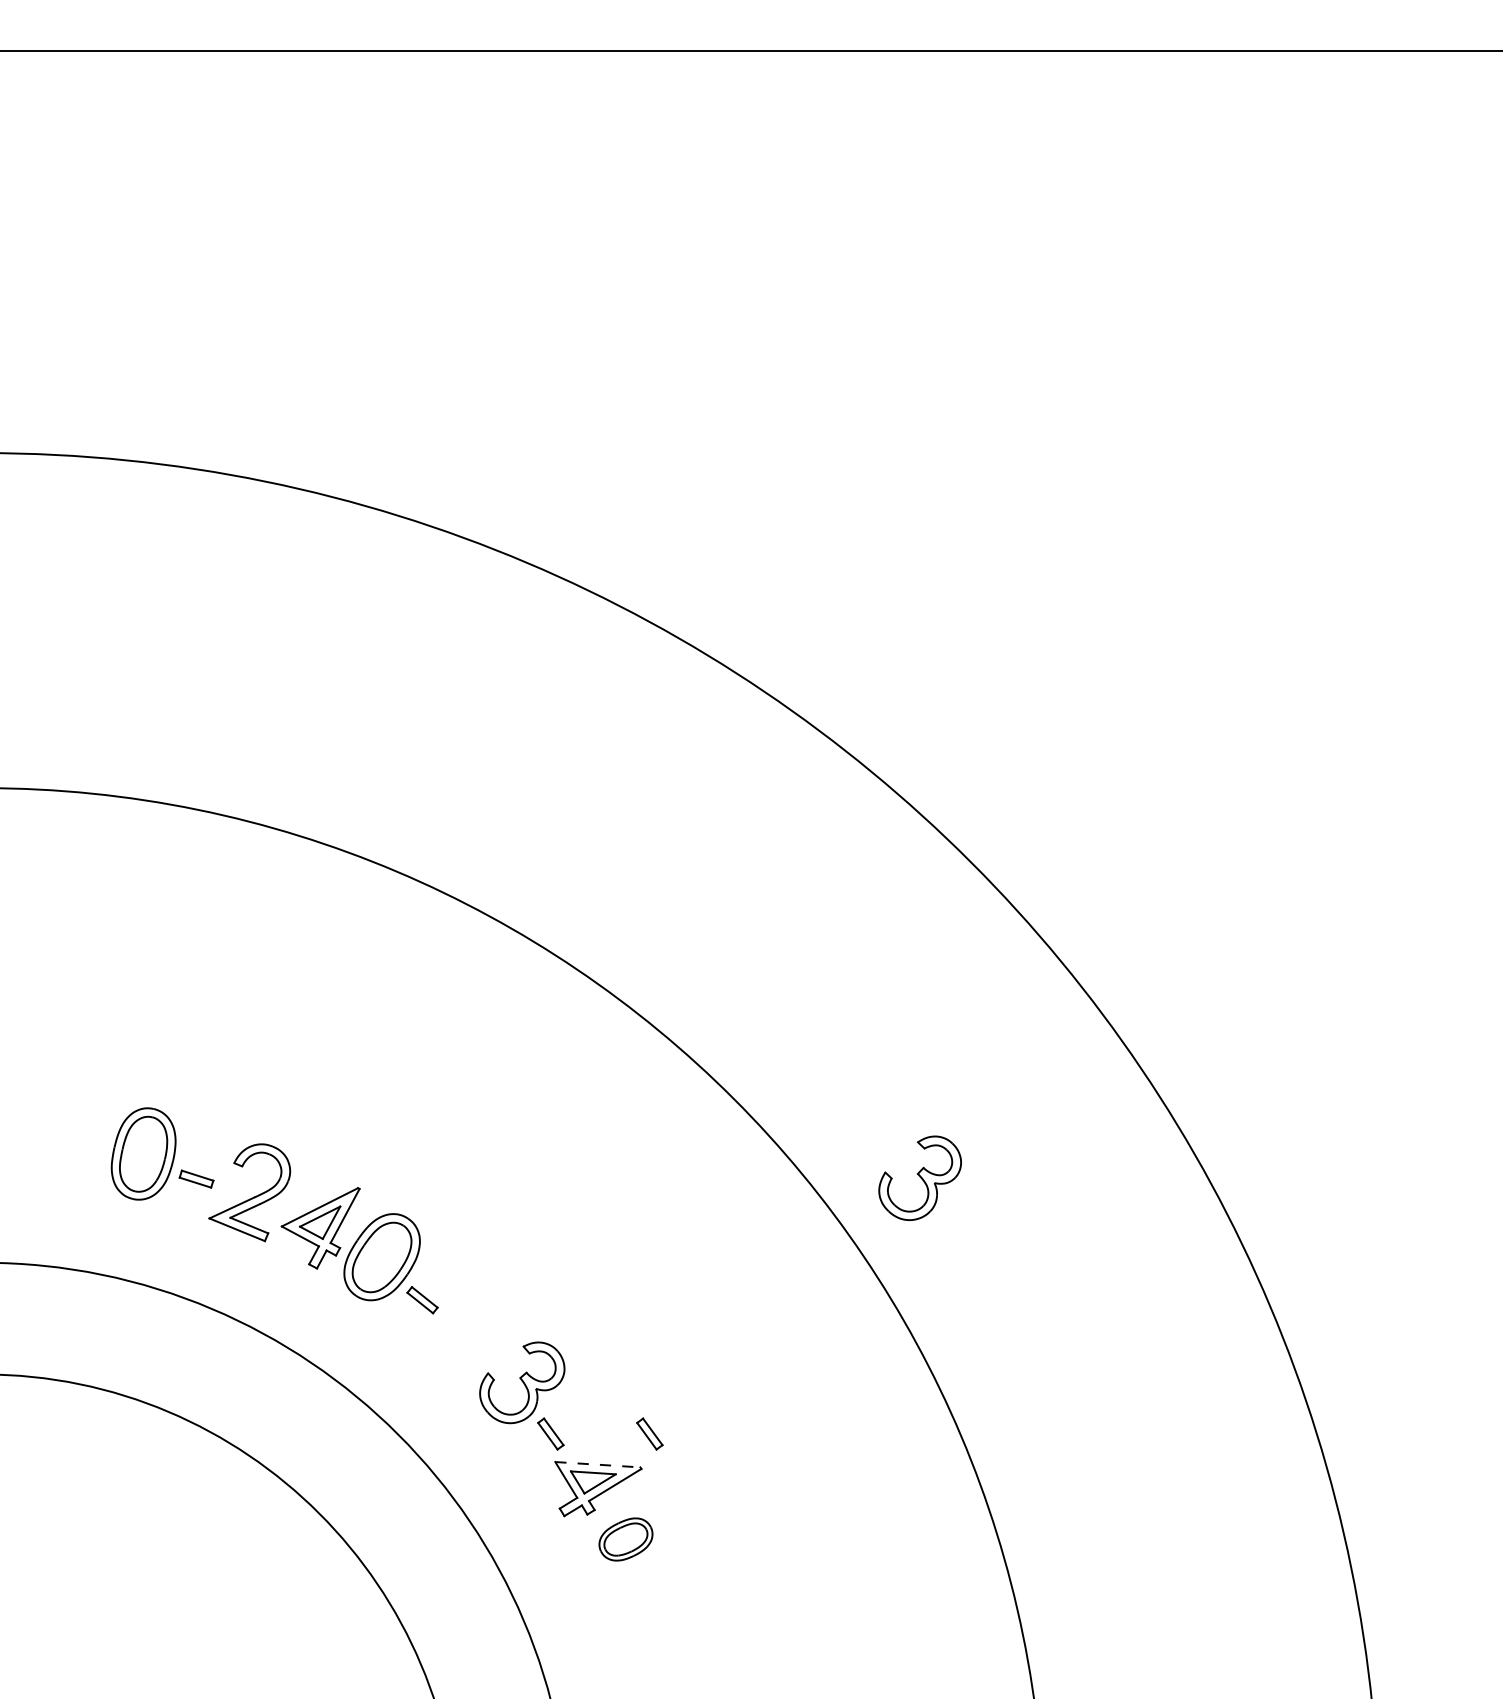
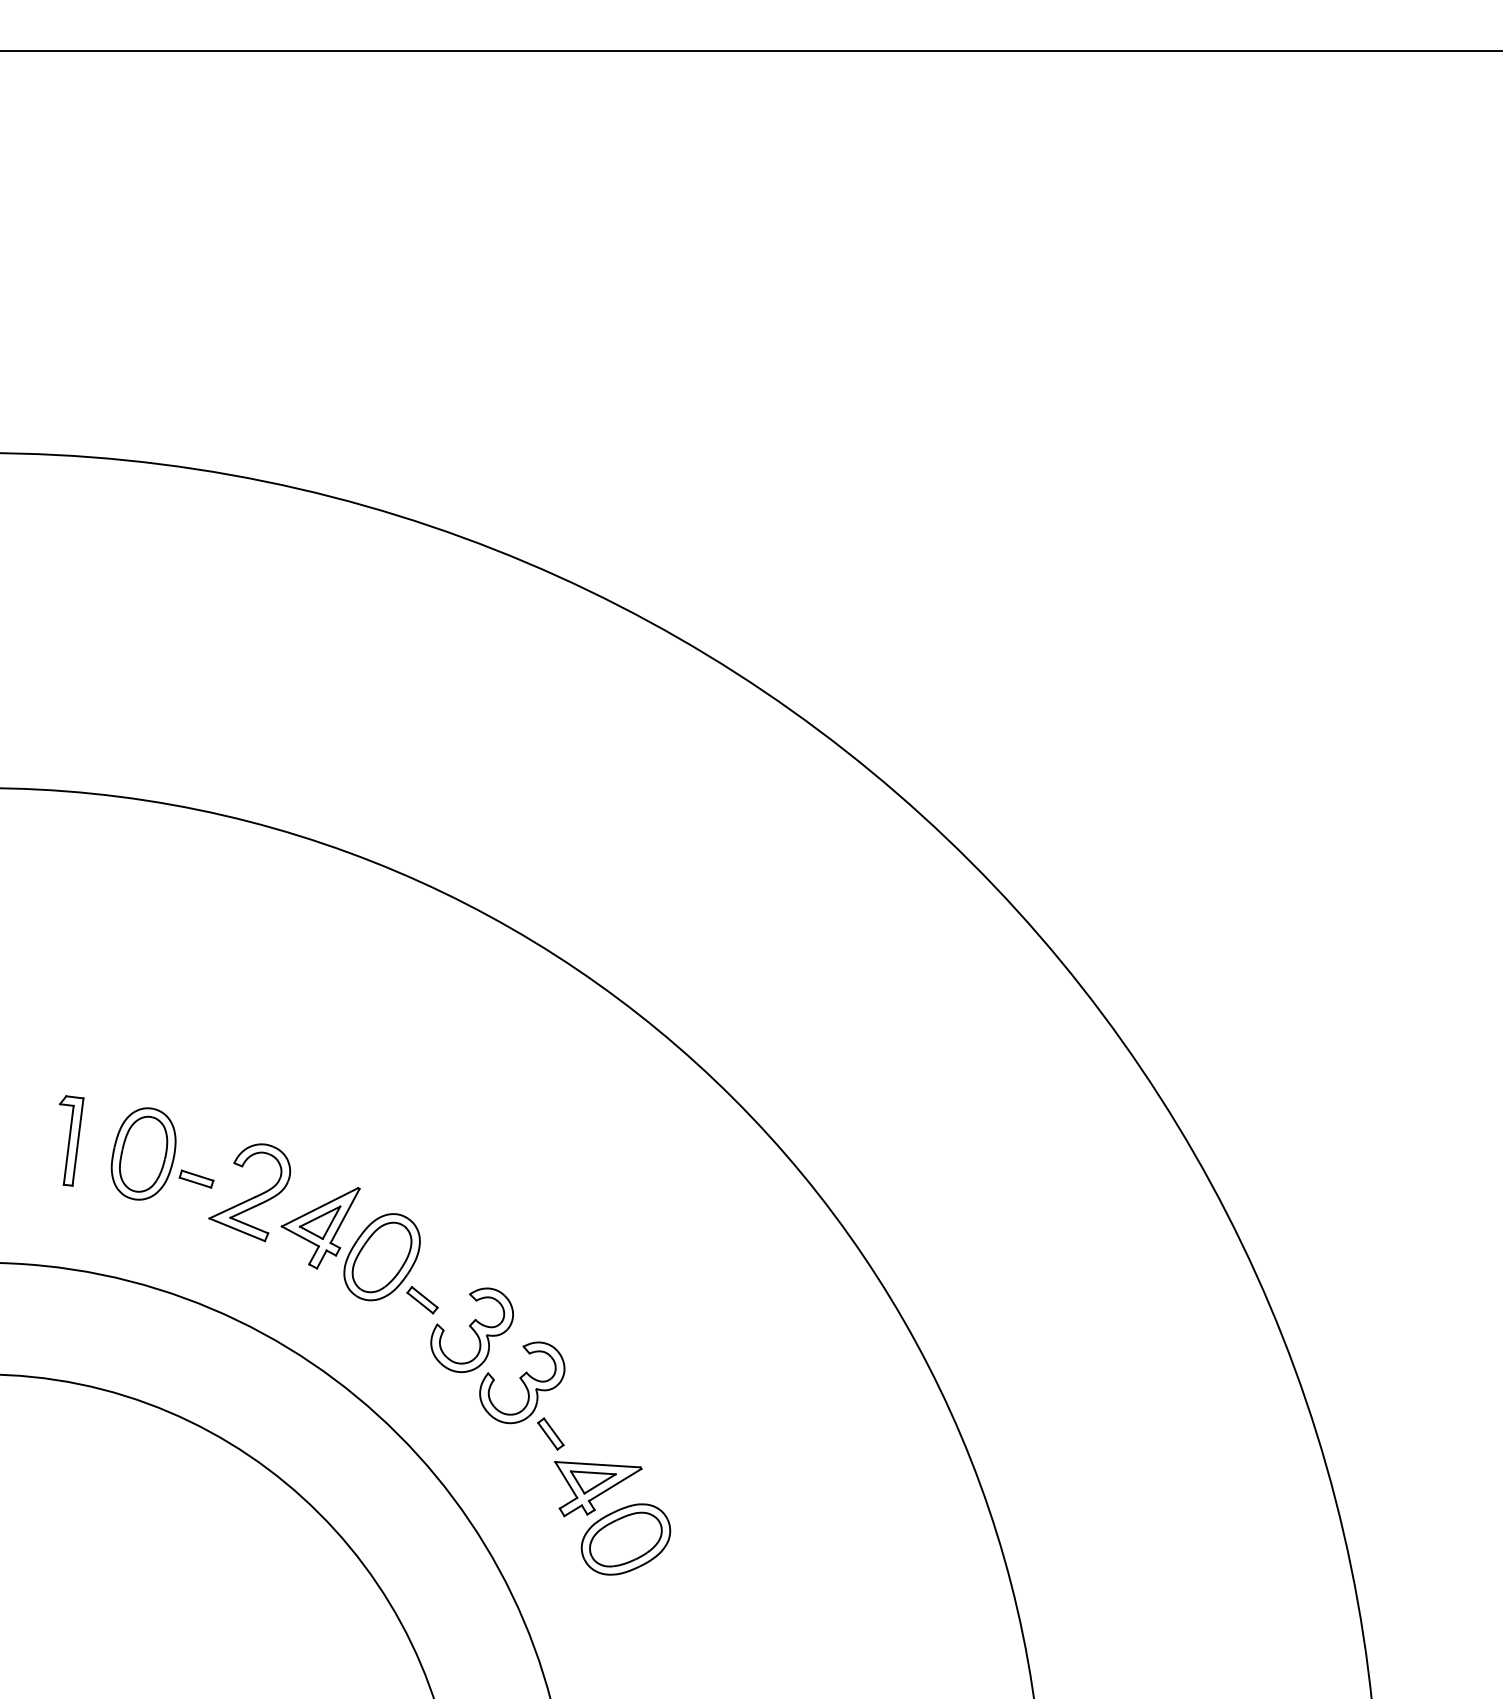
part at (71, 1140): none -> present
part at (919, 1177) position: (919, 1177) -> (471, 1329)
part at (649, 1433): present -> none
line at (597, 1464): dashed -> solid
part at (625, 1539) size: 56x45 px -> 92x73 px
